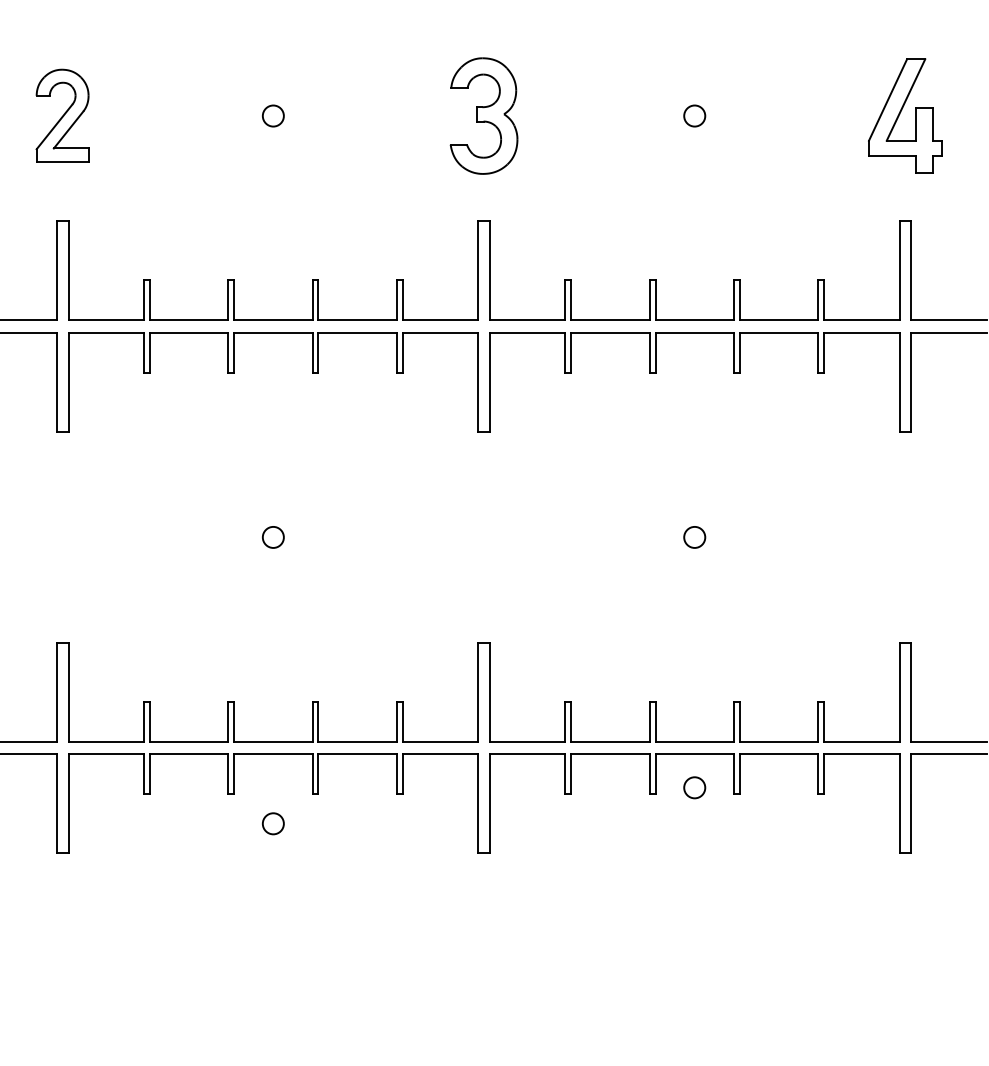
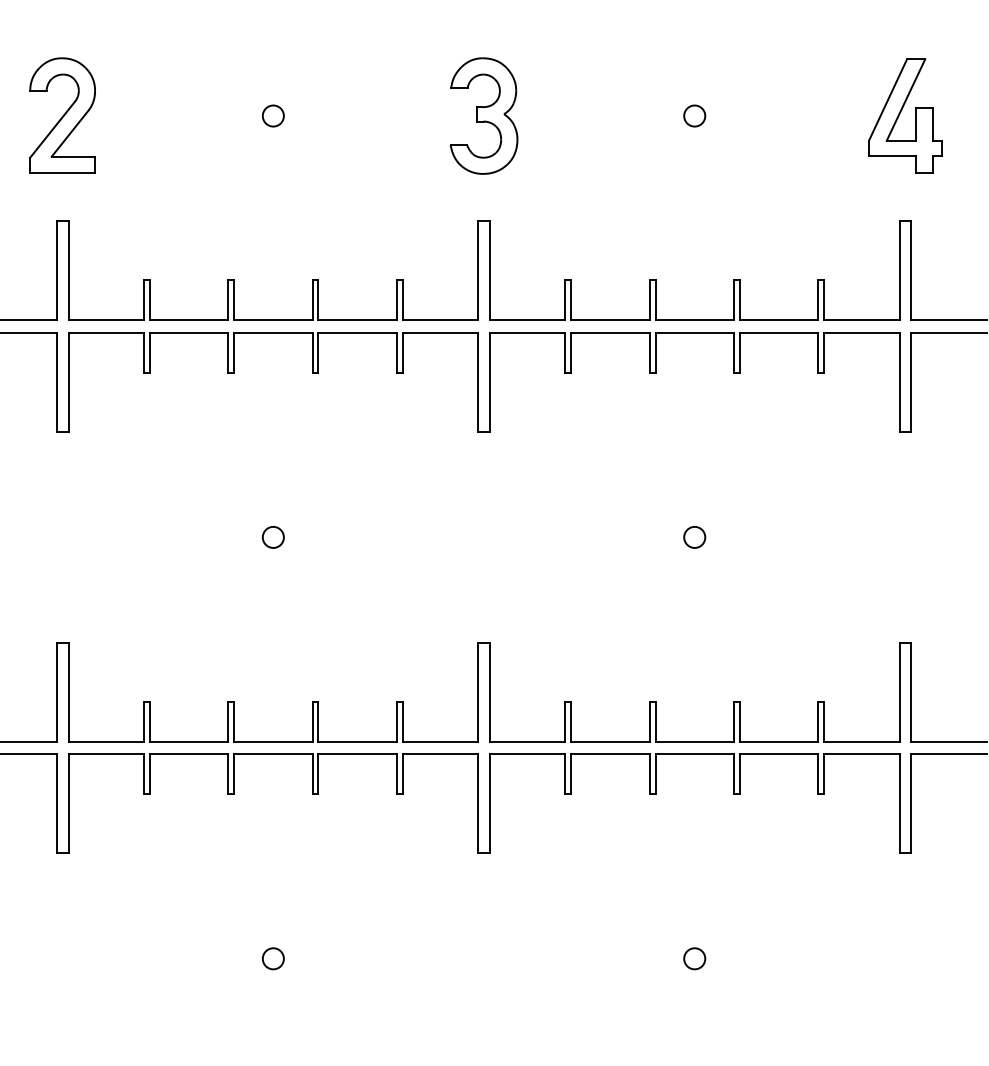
part at (62, 115) size: 55x95 px -> 67x117 px
circle at (694, 787) position: (694, 787) -> (694, 958)
circle at (273, 823) position: (273, 823) -> (273, 958)
